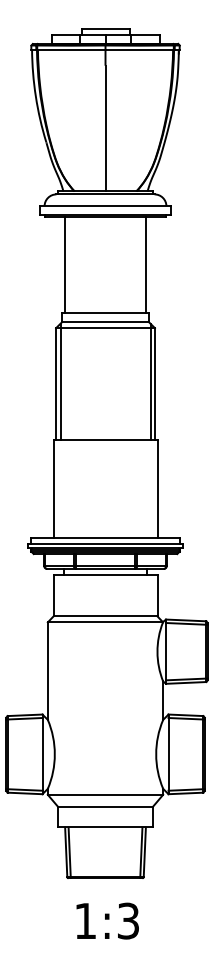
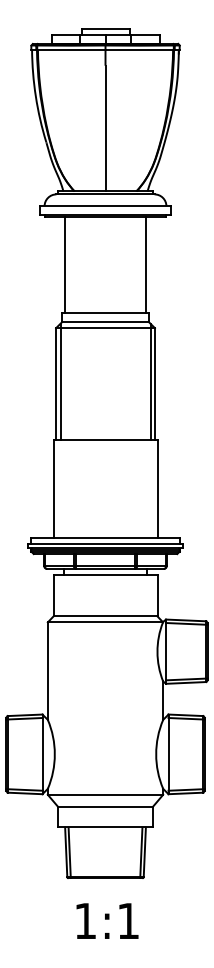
text at (128, 920): 1:3 -> 1:1
